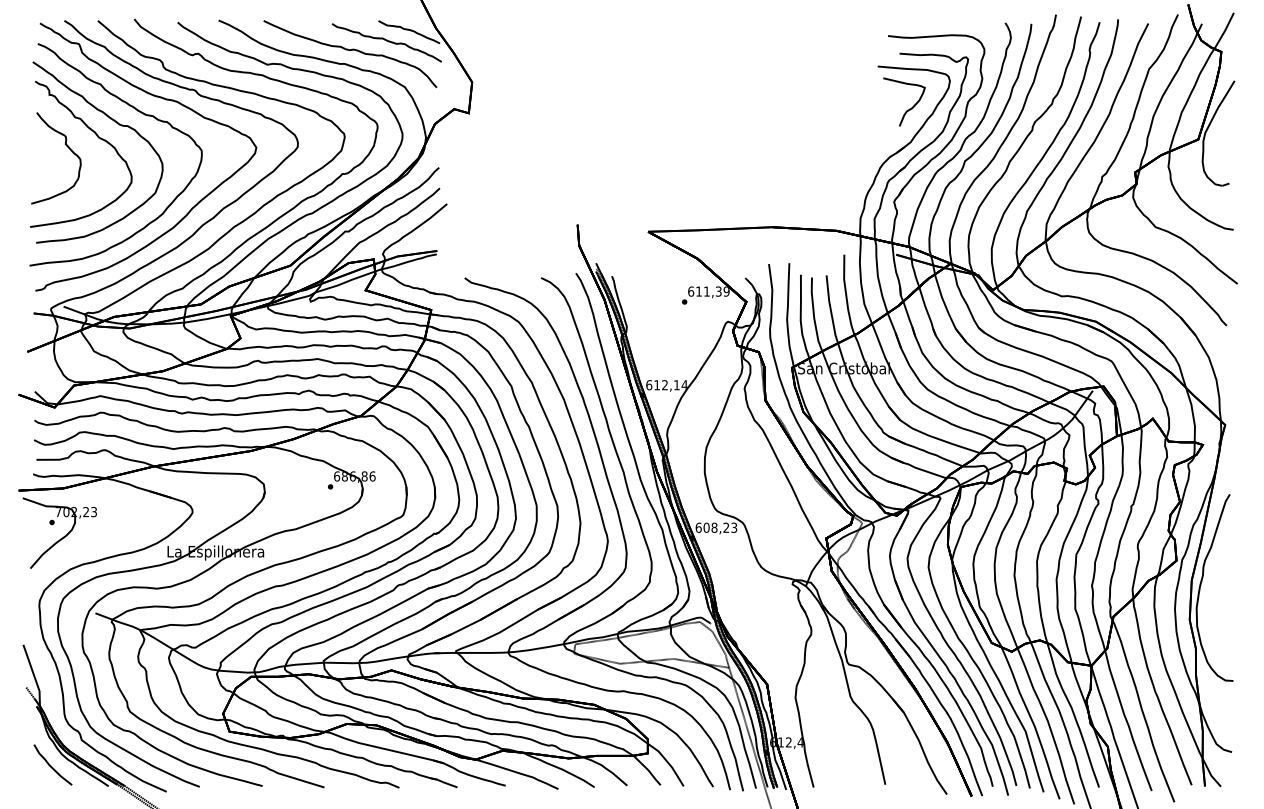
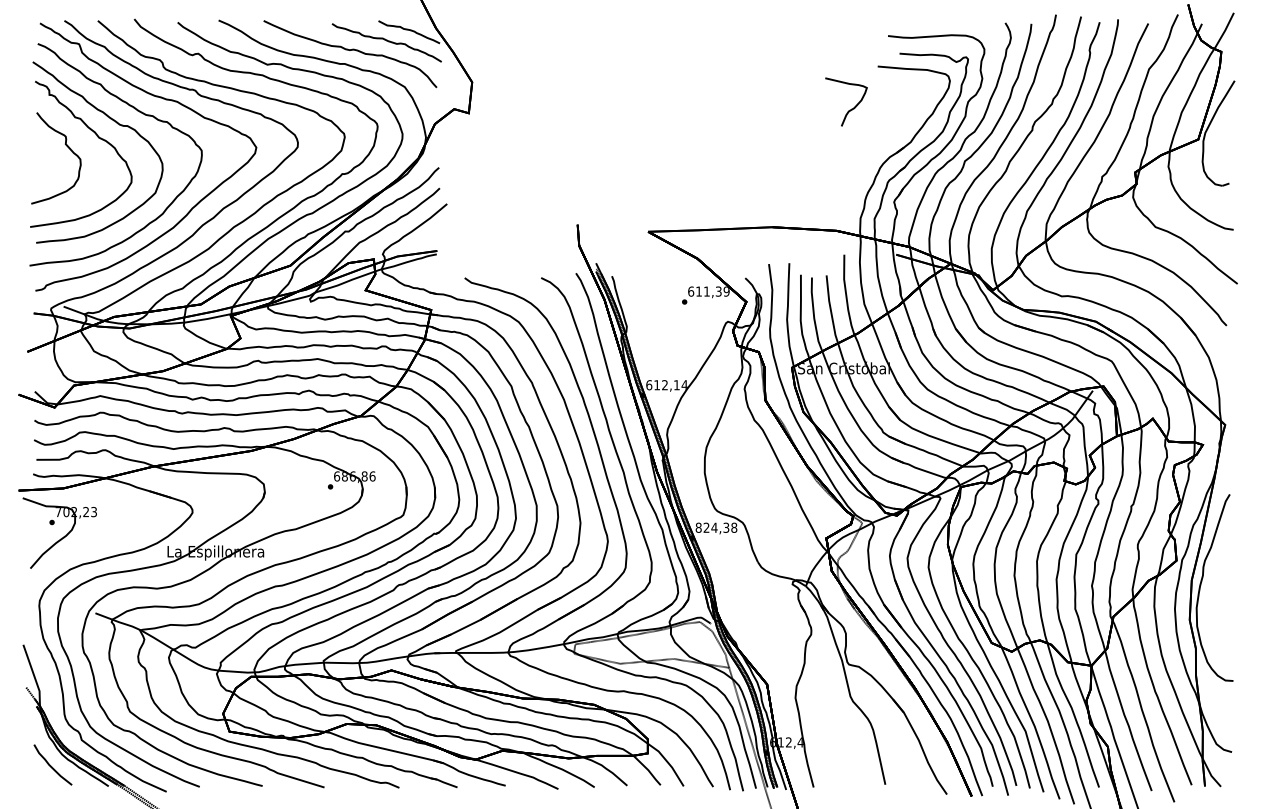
part at (909, 108) position: (909, 108) -> (851, 108)
text at (716, 527): 608,23 -> 824,38
